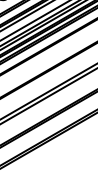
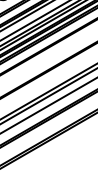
line at (48, 105): none -> present
